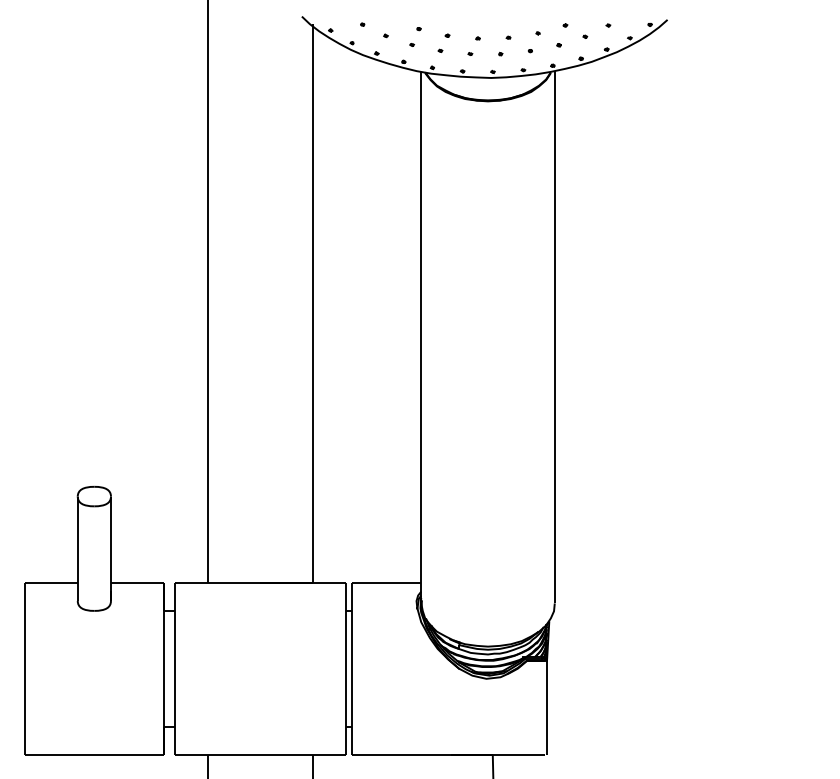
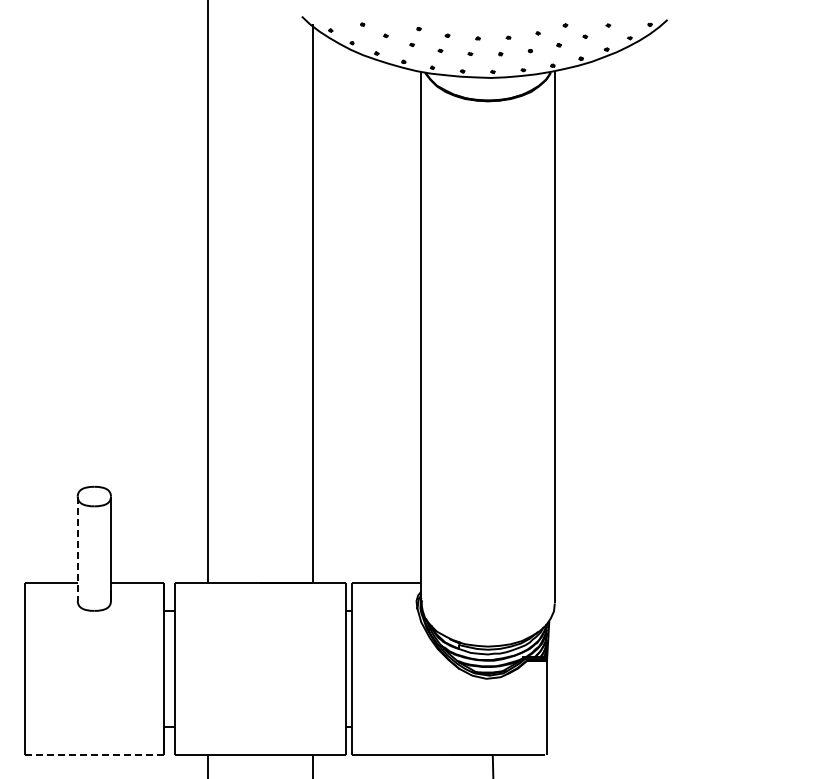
line at (77, 549): solid -> dashed
line at (94, 754): solid -> dashed
